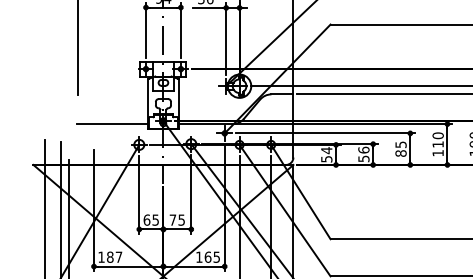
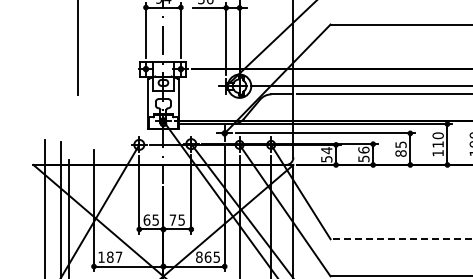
line at (112, 124): present -> none
line at (401, 239): solid -> dashed
text at (199, 256): 165 -> 865
